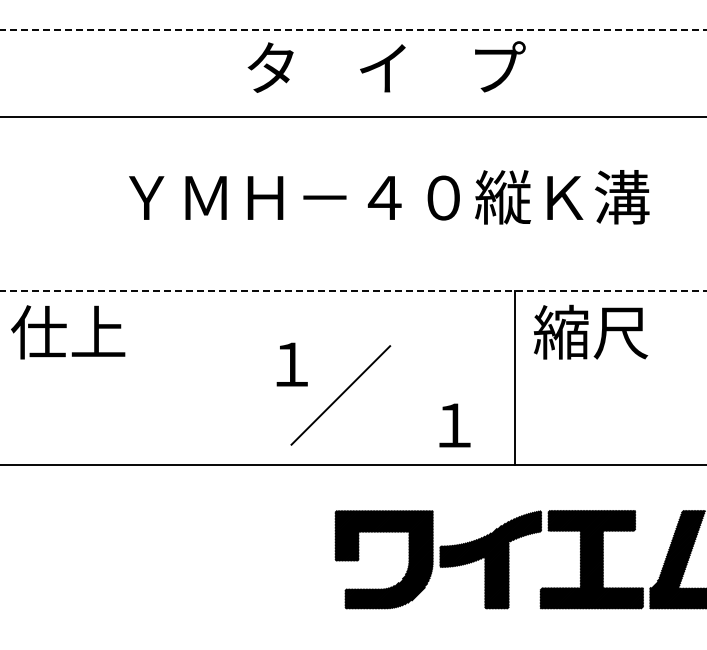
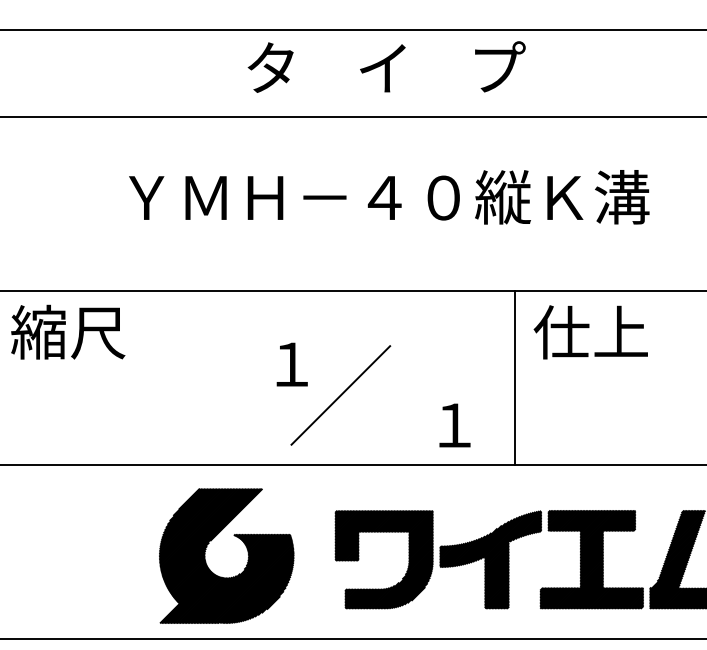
line at (353, 29): dashed -> solid
line at (353, 290): dashed -> solid
text at (68, 331): 仕上 -> 縮尺
text at (590, 331): 縮尺 -> 仕上
part at (212, 540): none -> present
line at (352, 639): none -> present
